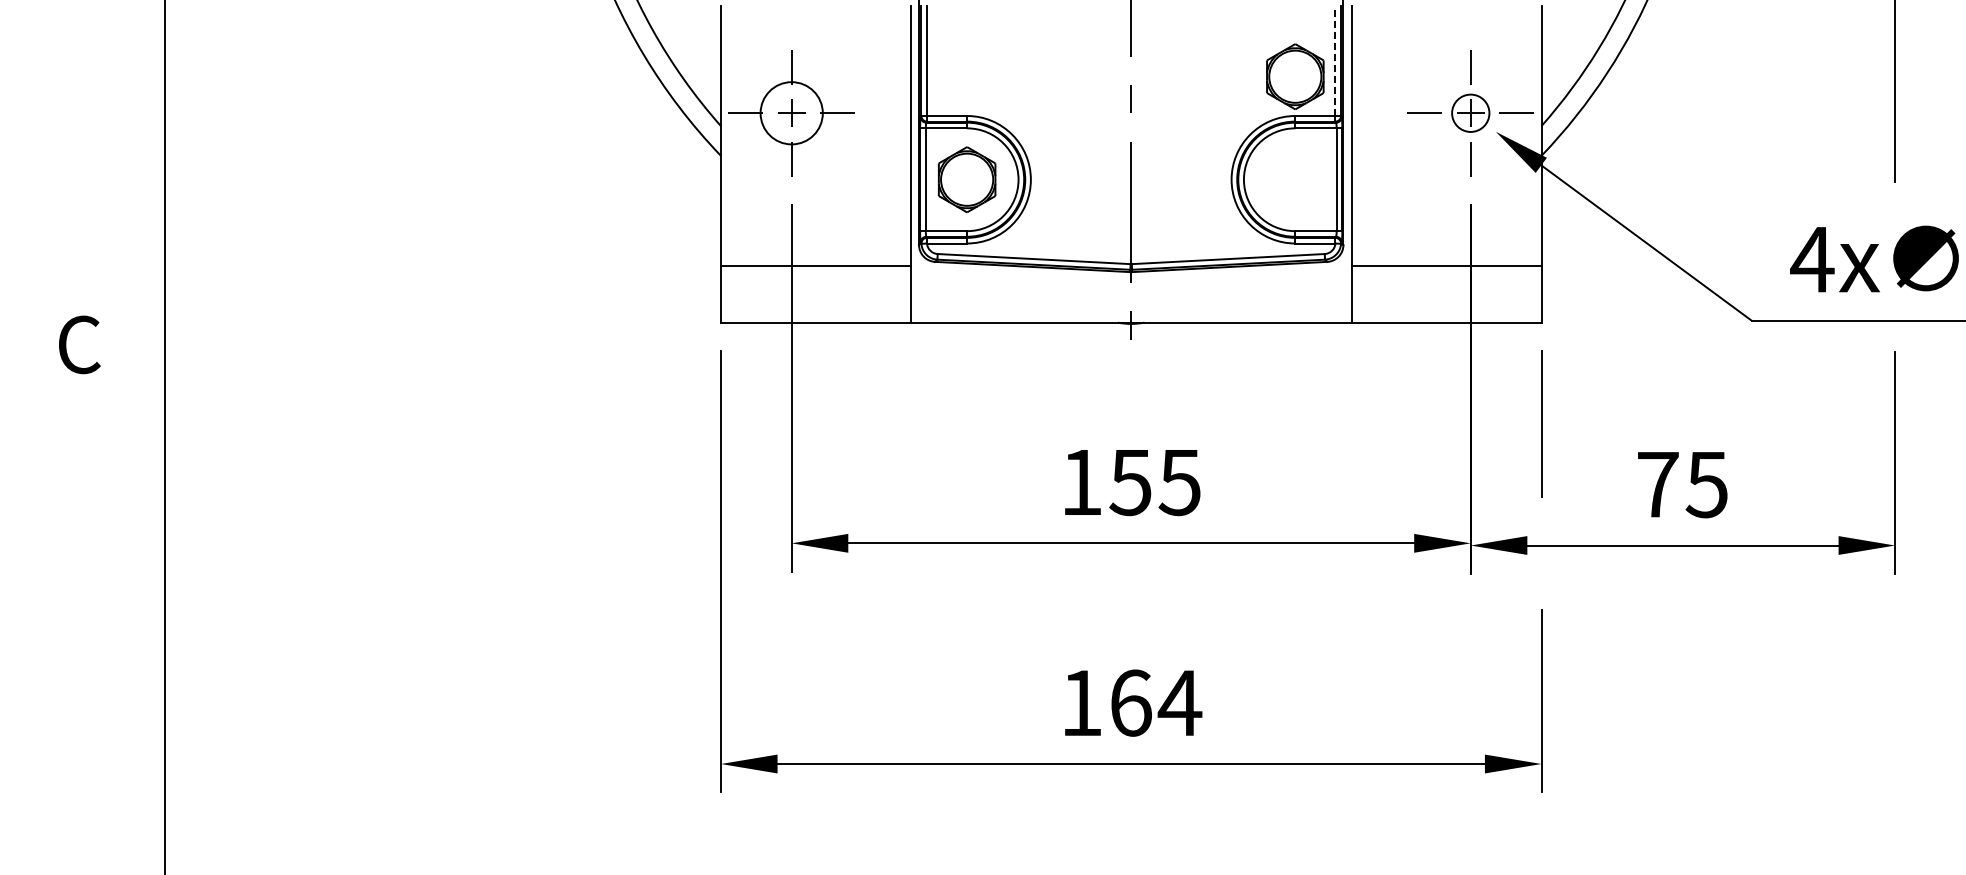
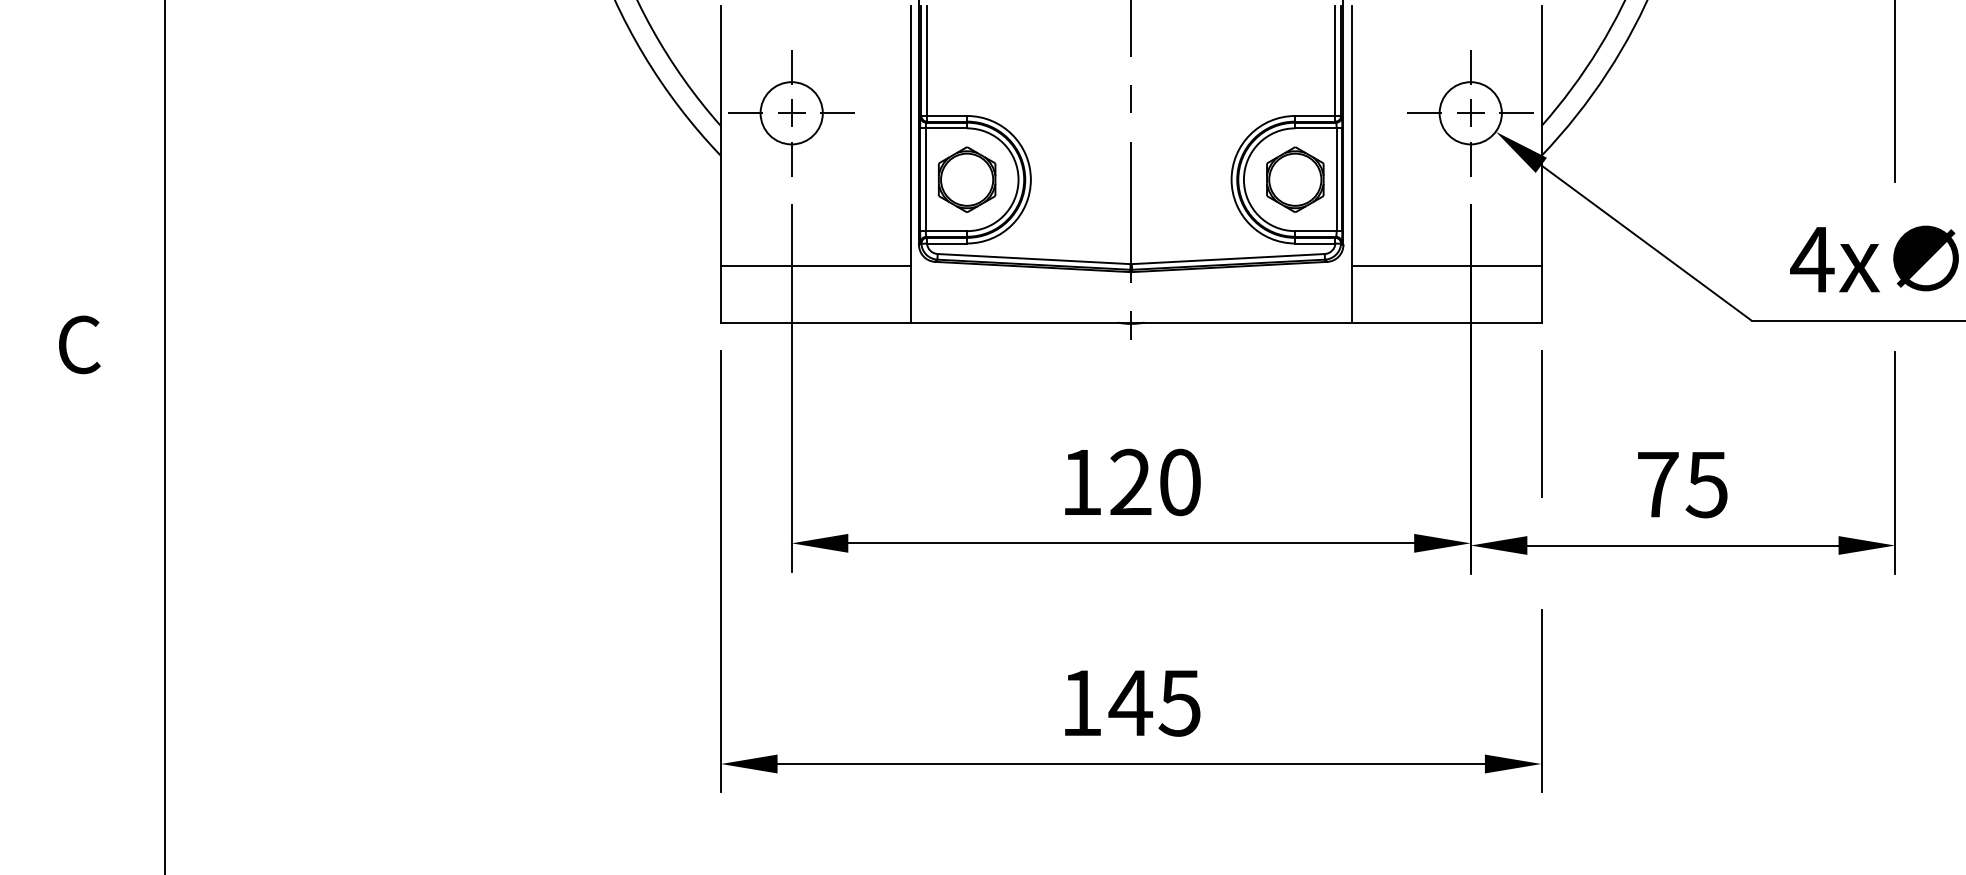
line at (1335, 60): dashed -> solid
part at (1295, 76) position: (1295, 76) -> (1295, 179)
circle at (1470, 112) diameter: 37 px -> 62 px
text at (1154, 482): 155 -> 120
text at (1155, 702): 164 -> 145
